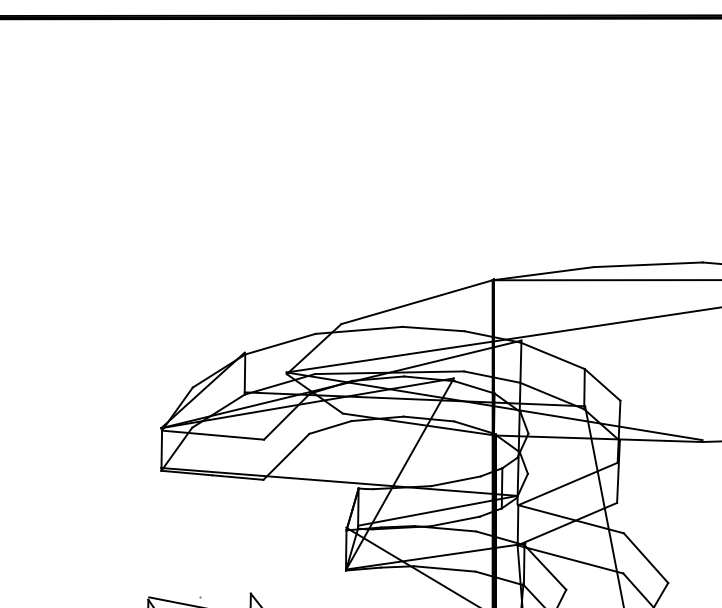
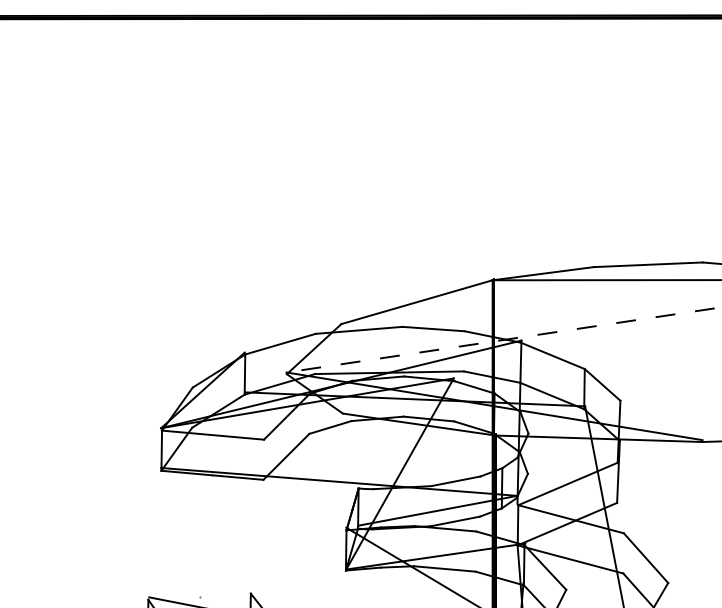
line at (504, 339): solid -> dashed
